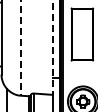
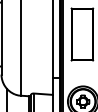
line at (21, 47): dashed -> solid
line at (52, 48): dashed -> solid
